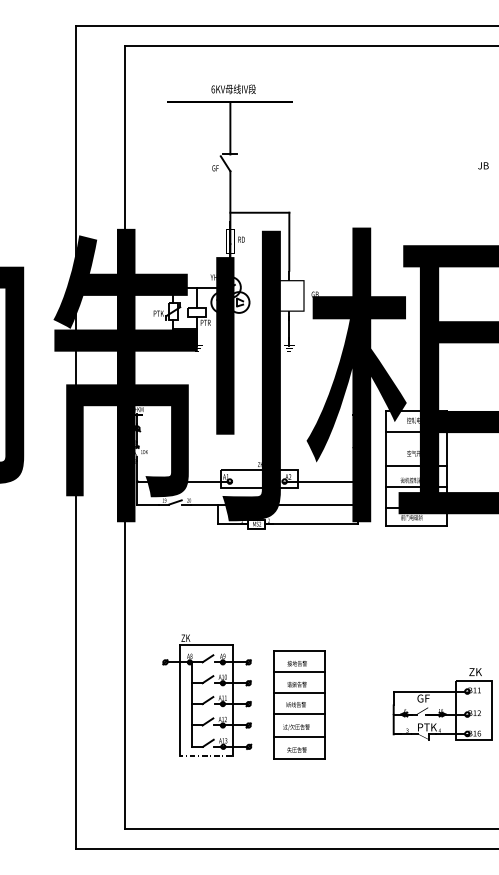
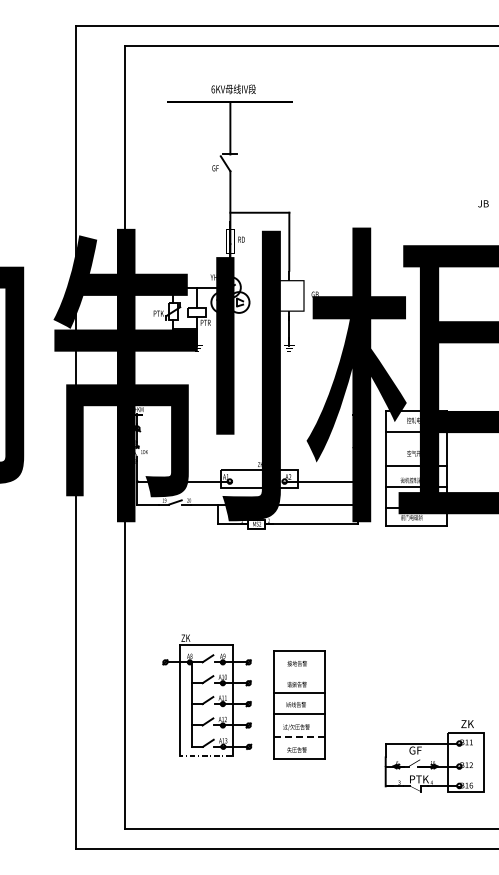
text at (483, 165) position: (483, 165) -> (483, 203)
line at (298, 672): present -> none
part at (442, 704) position: (442, 704) -> (434, 756)
line at (299, 736): solid -> dashed
